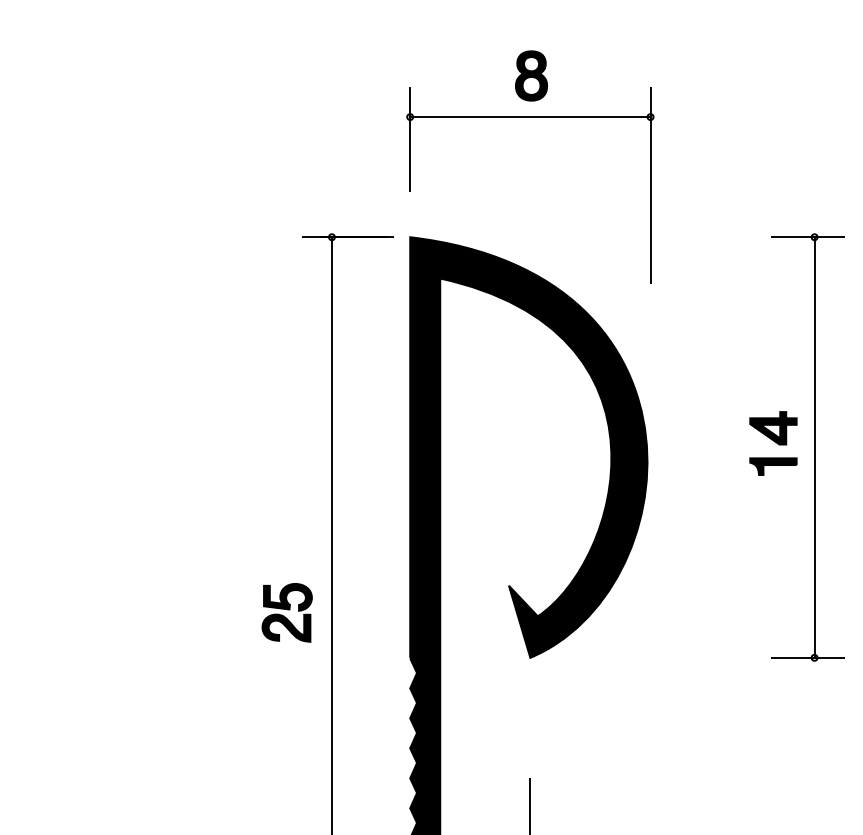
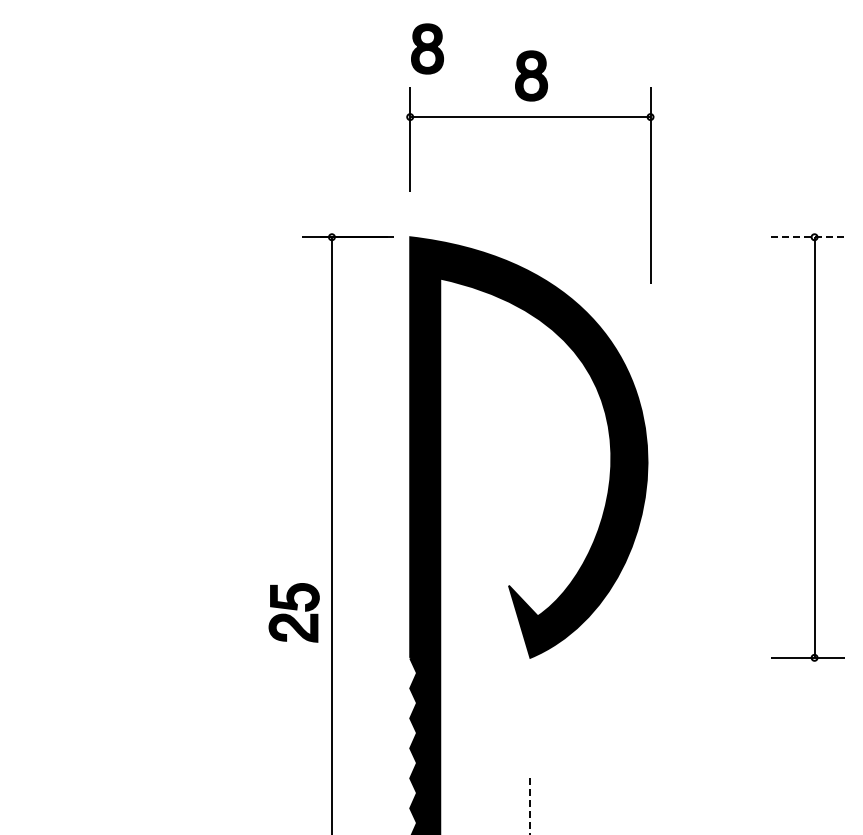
part at (427, 48): none -> present
line at (807, 237): solid -> dashed
part at (773, 443): present -> none
part at (286, 612) position: (286, 612) -> (293, 612)
line at (530, 806): solid -> dashed
